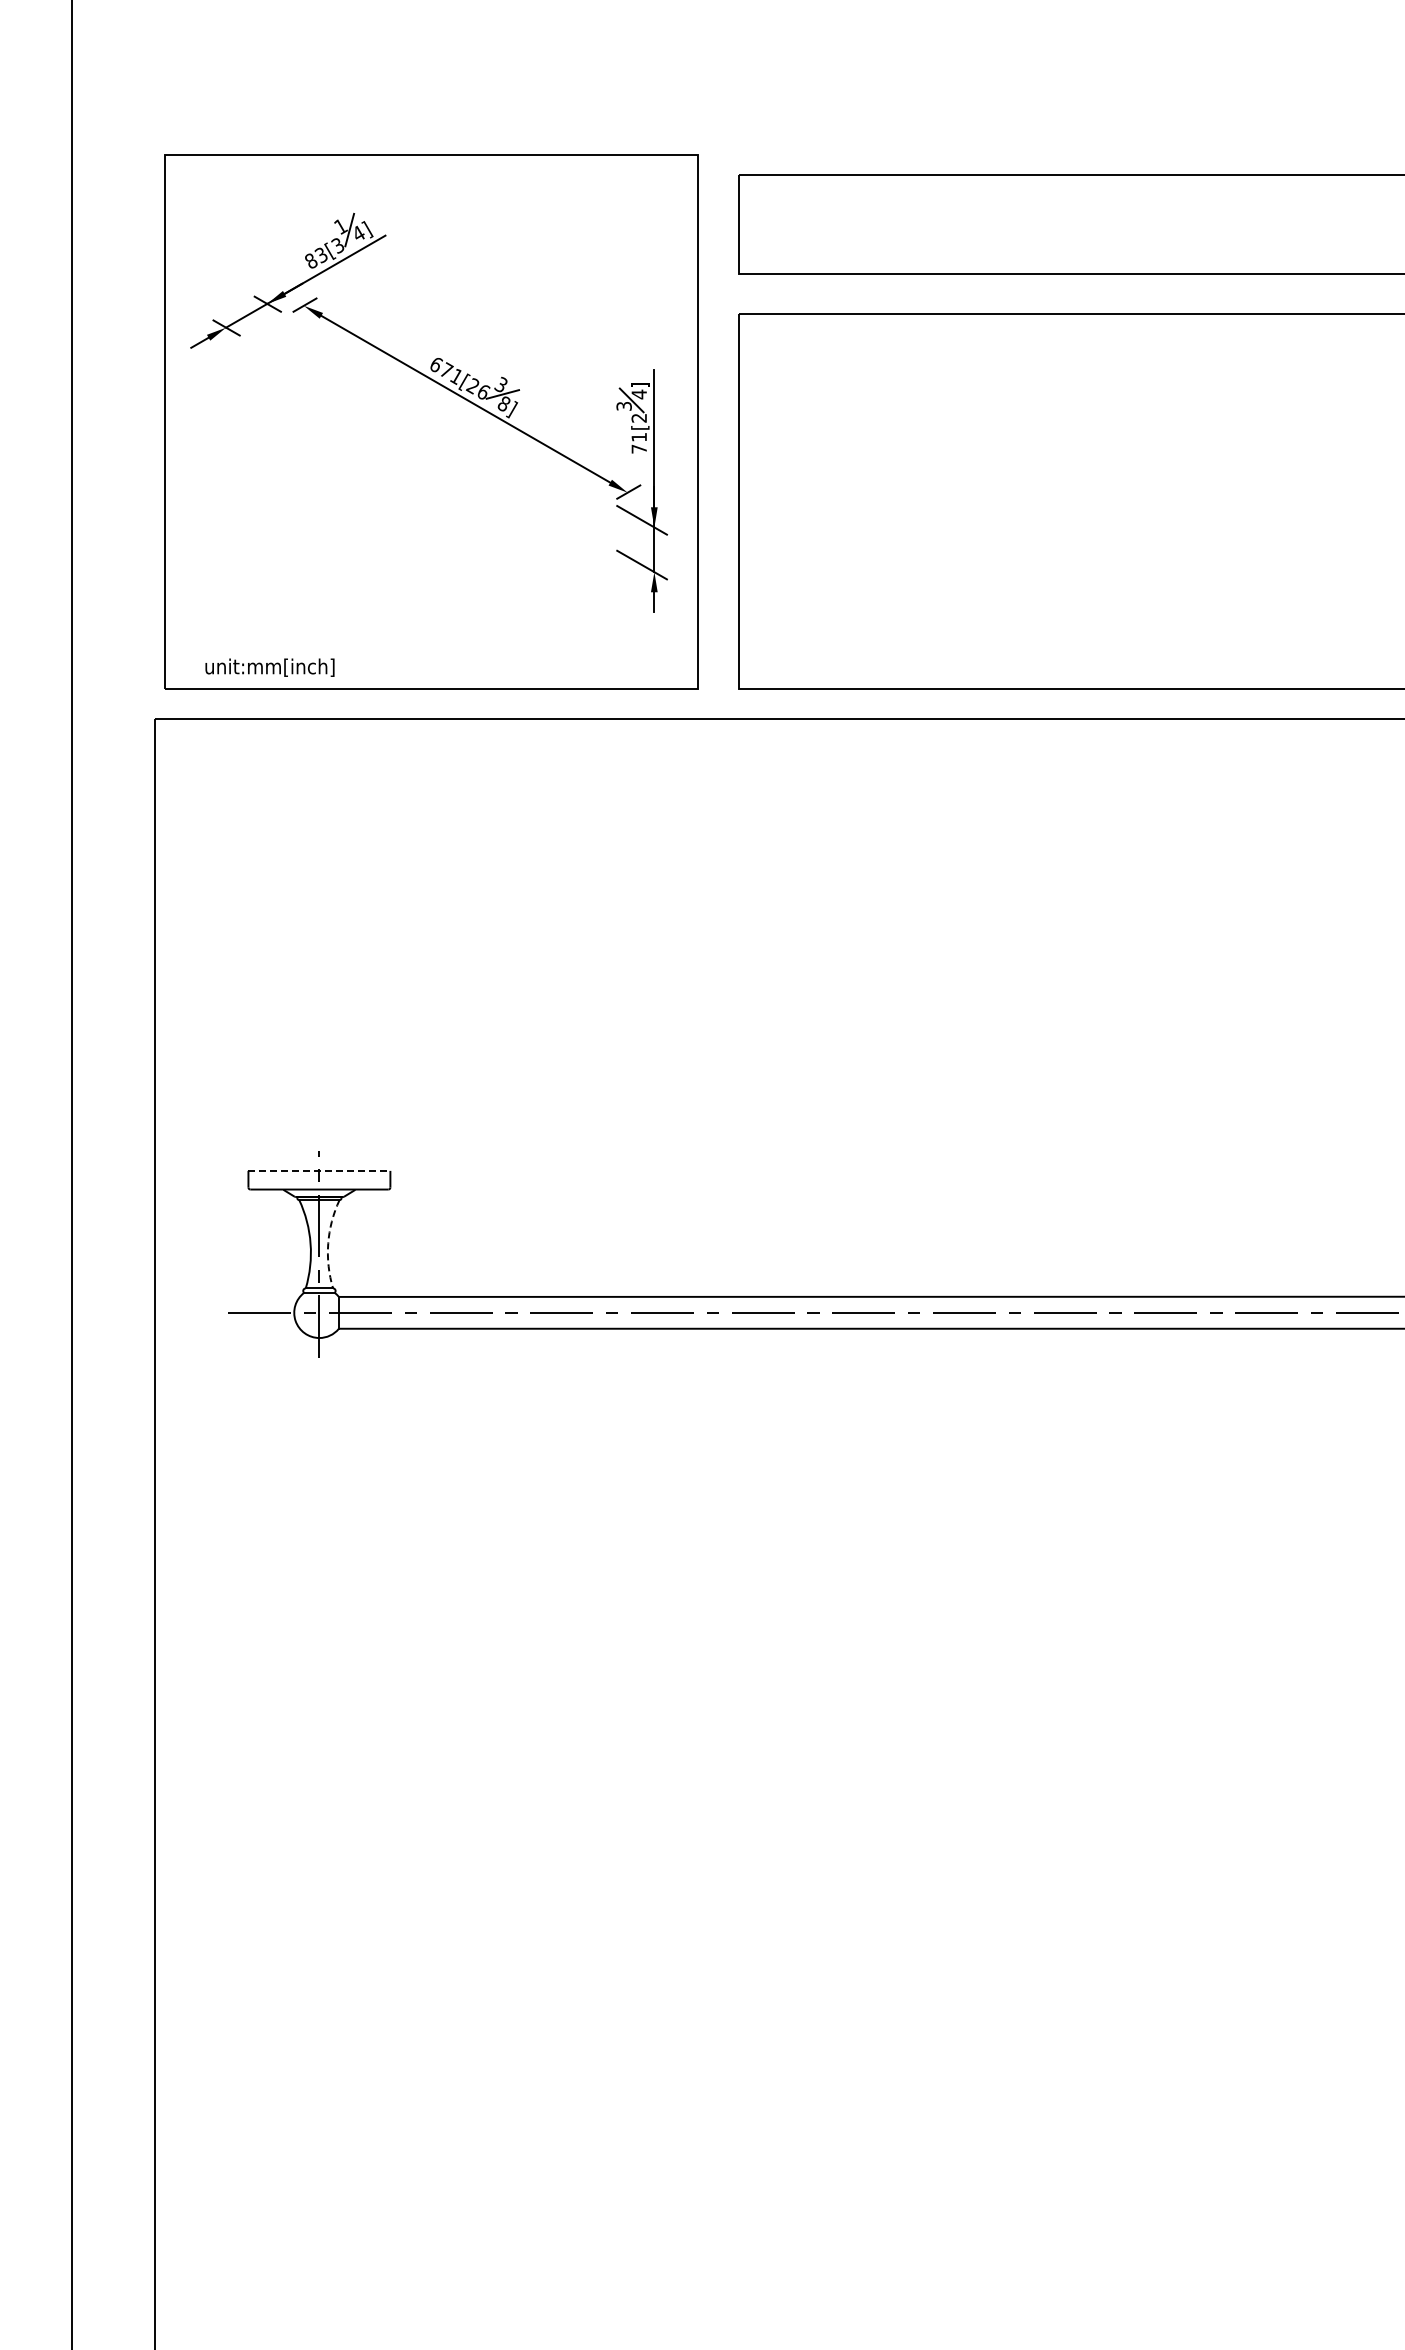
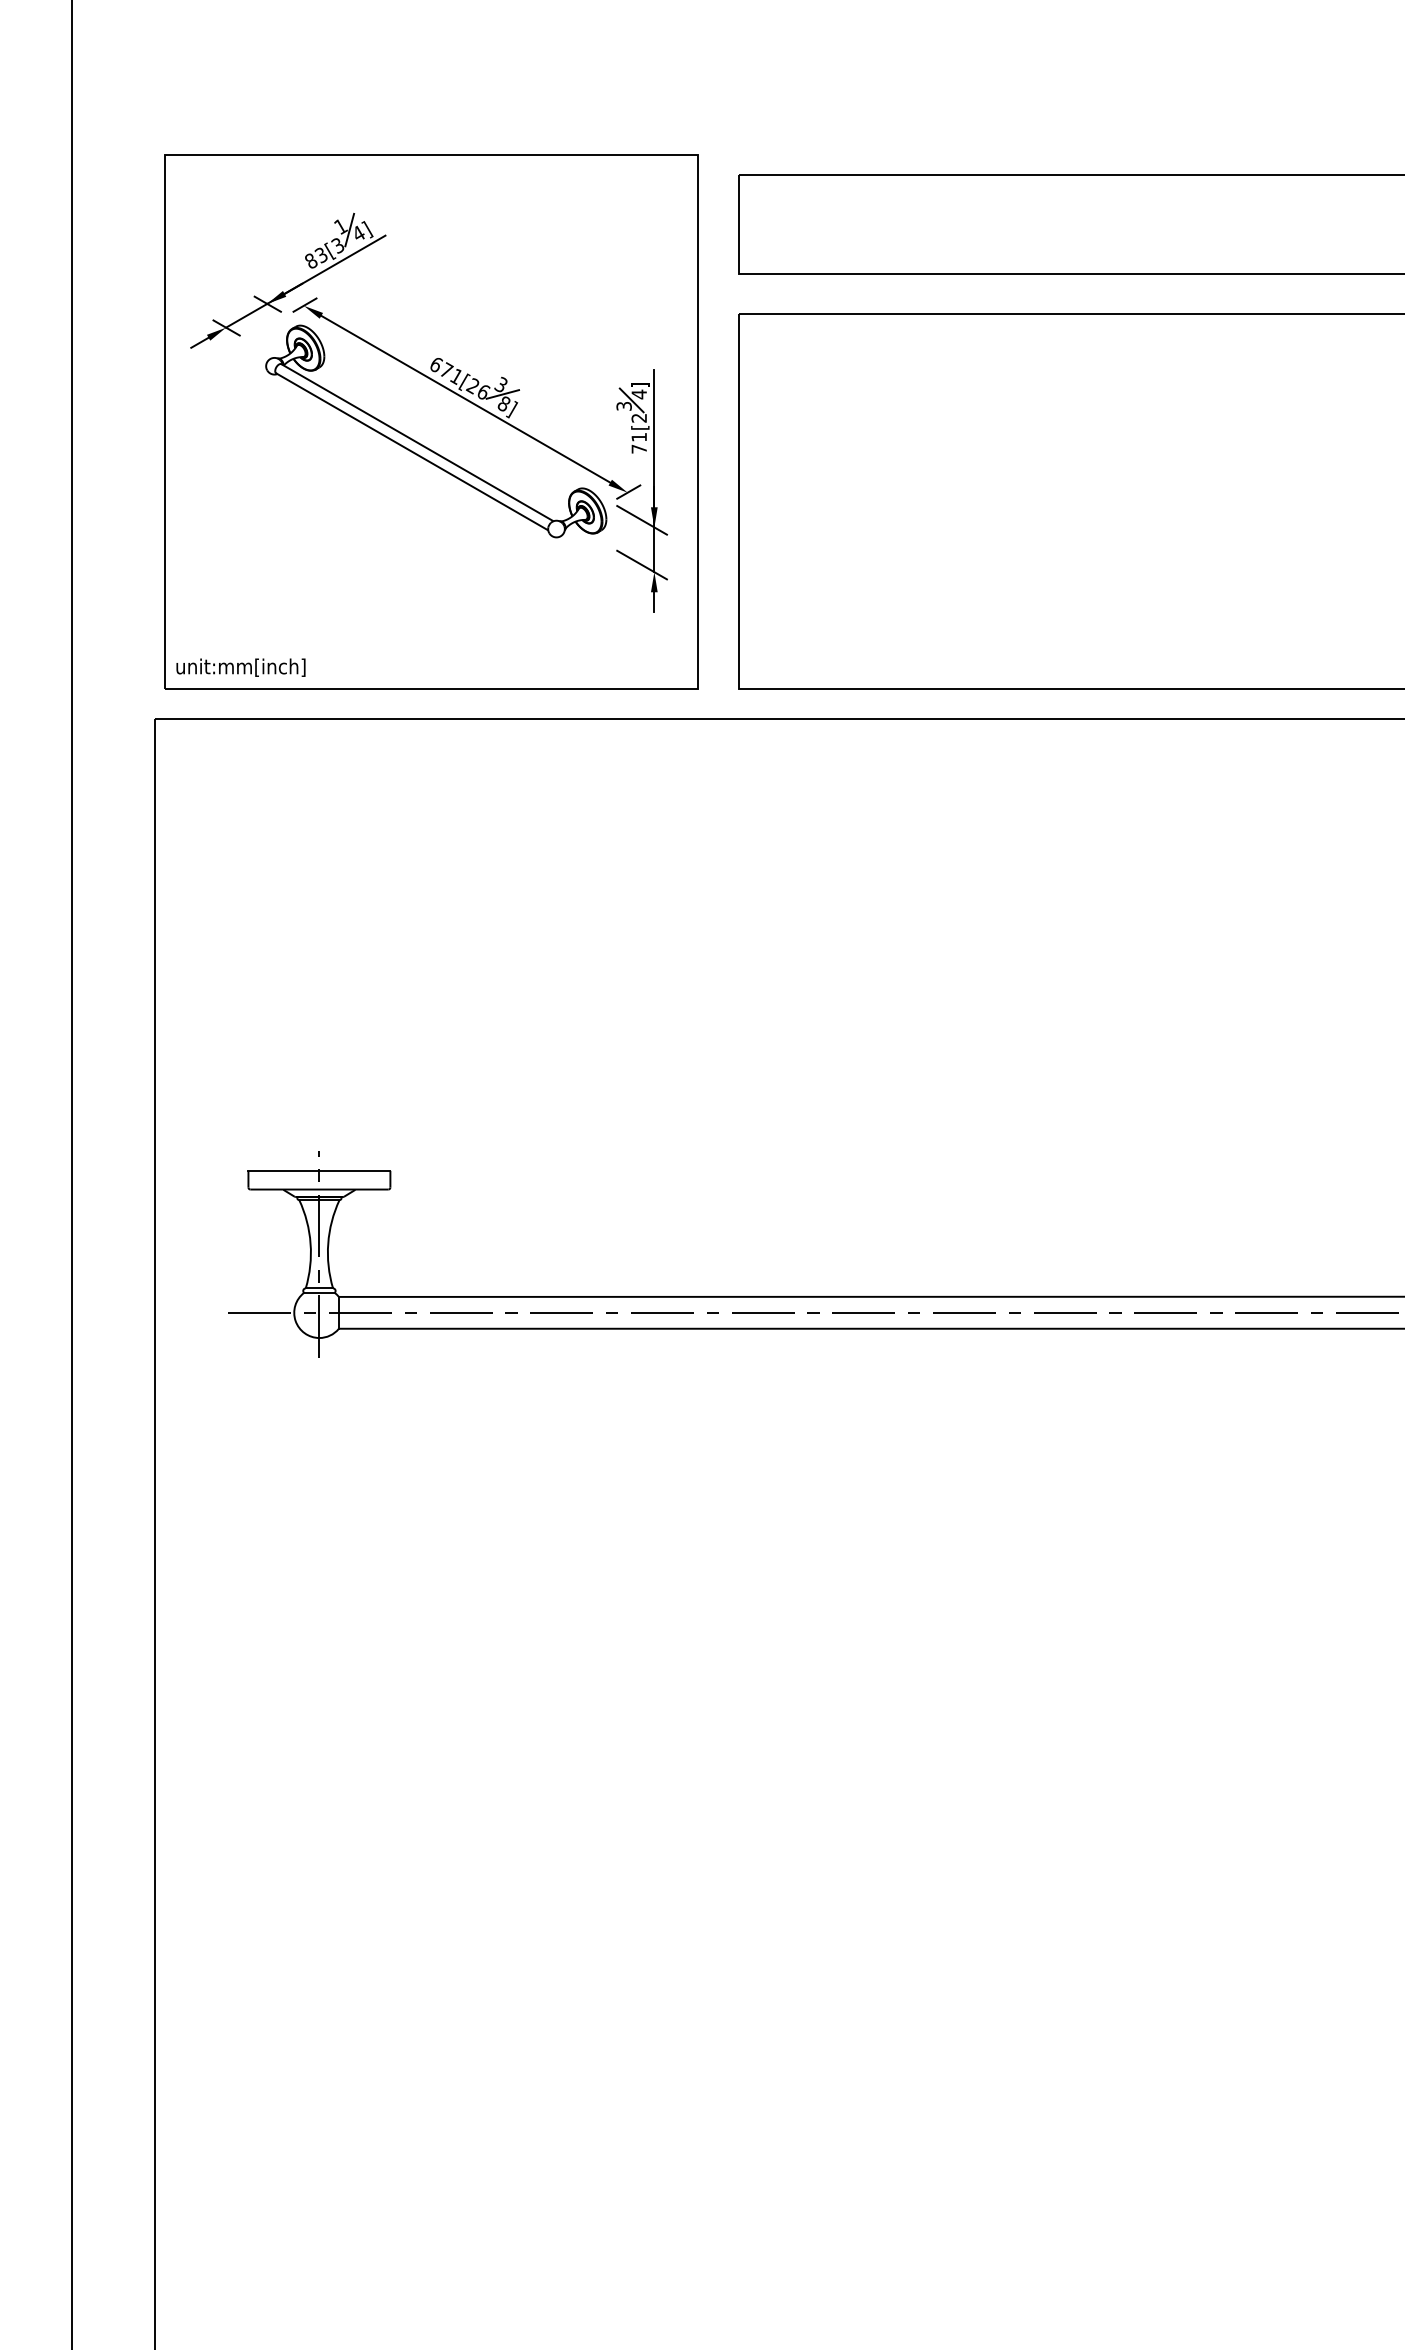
part at (426, 446): none -> present
text at (269, 667) position: (269, 667) -> (240, 667)
line at (319, 1170): dashed -> solid
arc at (328, 1243): dashed -> solid
